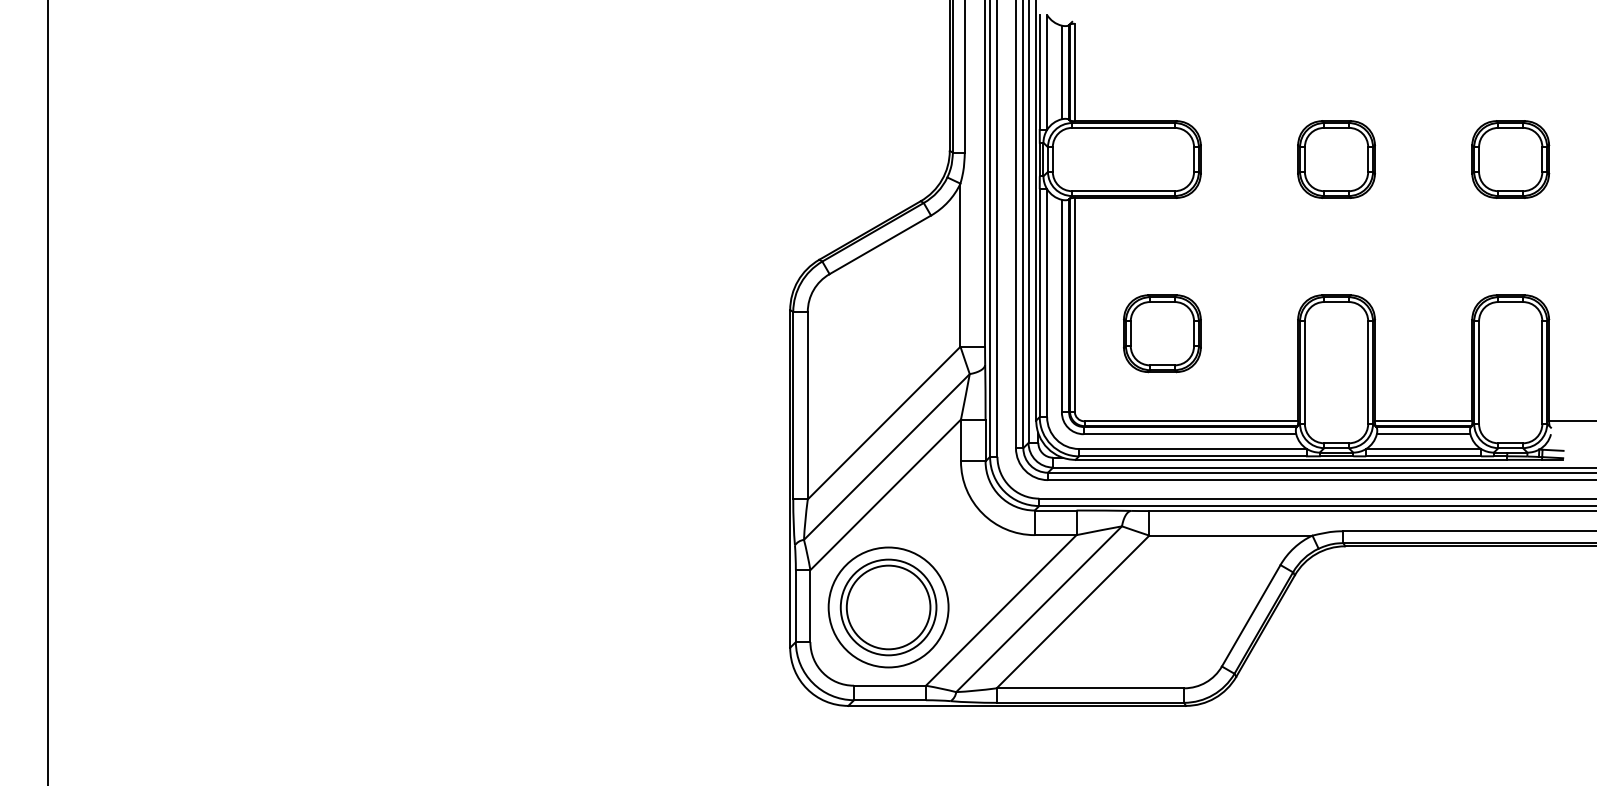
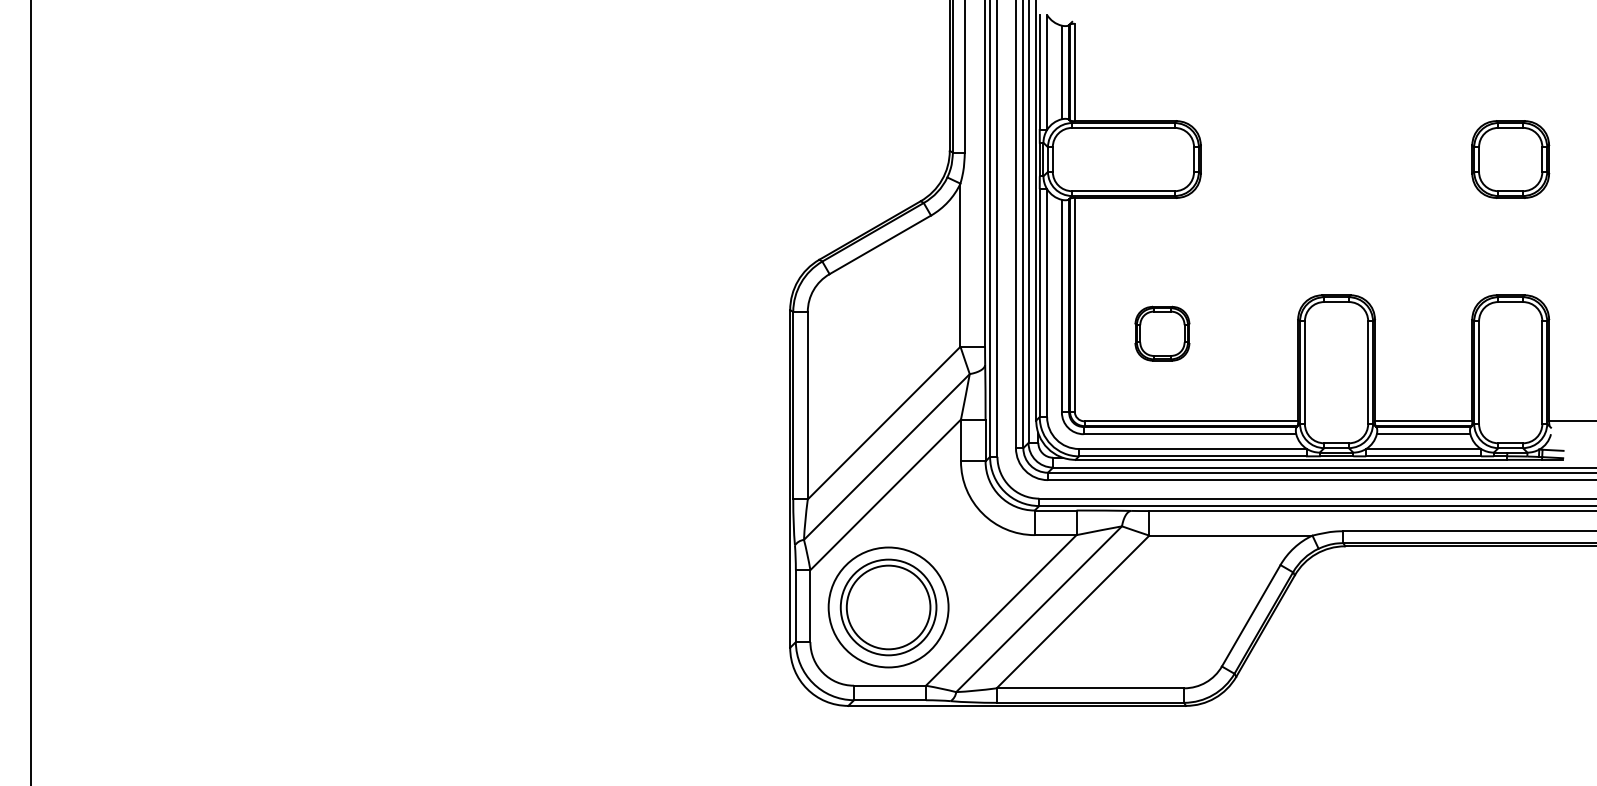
part at (1336, 159): present -> none
part at (1162, 333) size: 79x80 px -> 57x57 px
line at (47, 392) position: (47, 392) -> (30, 392)
